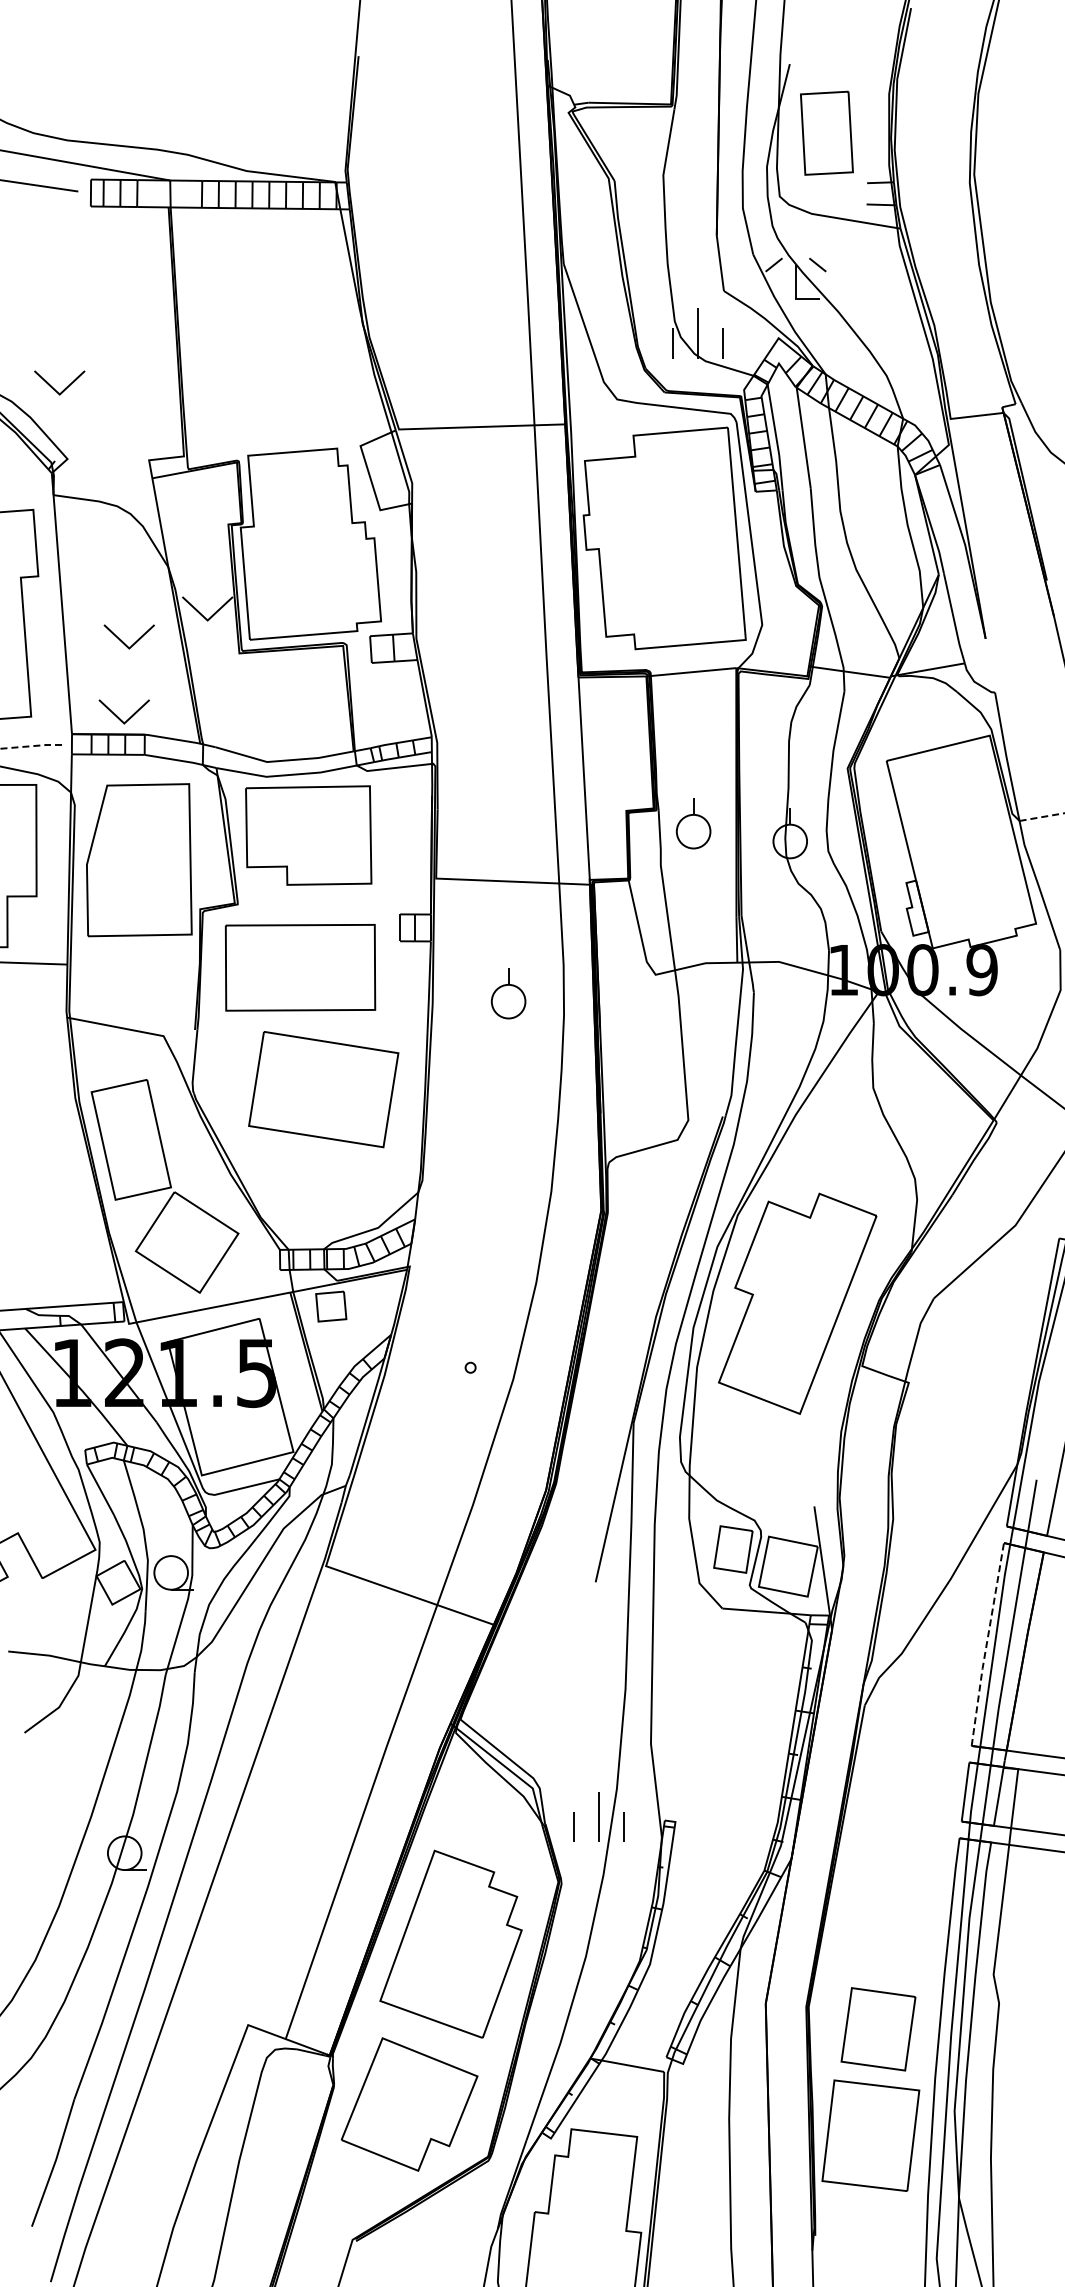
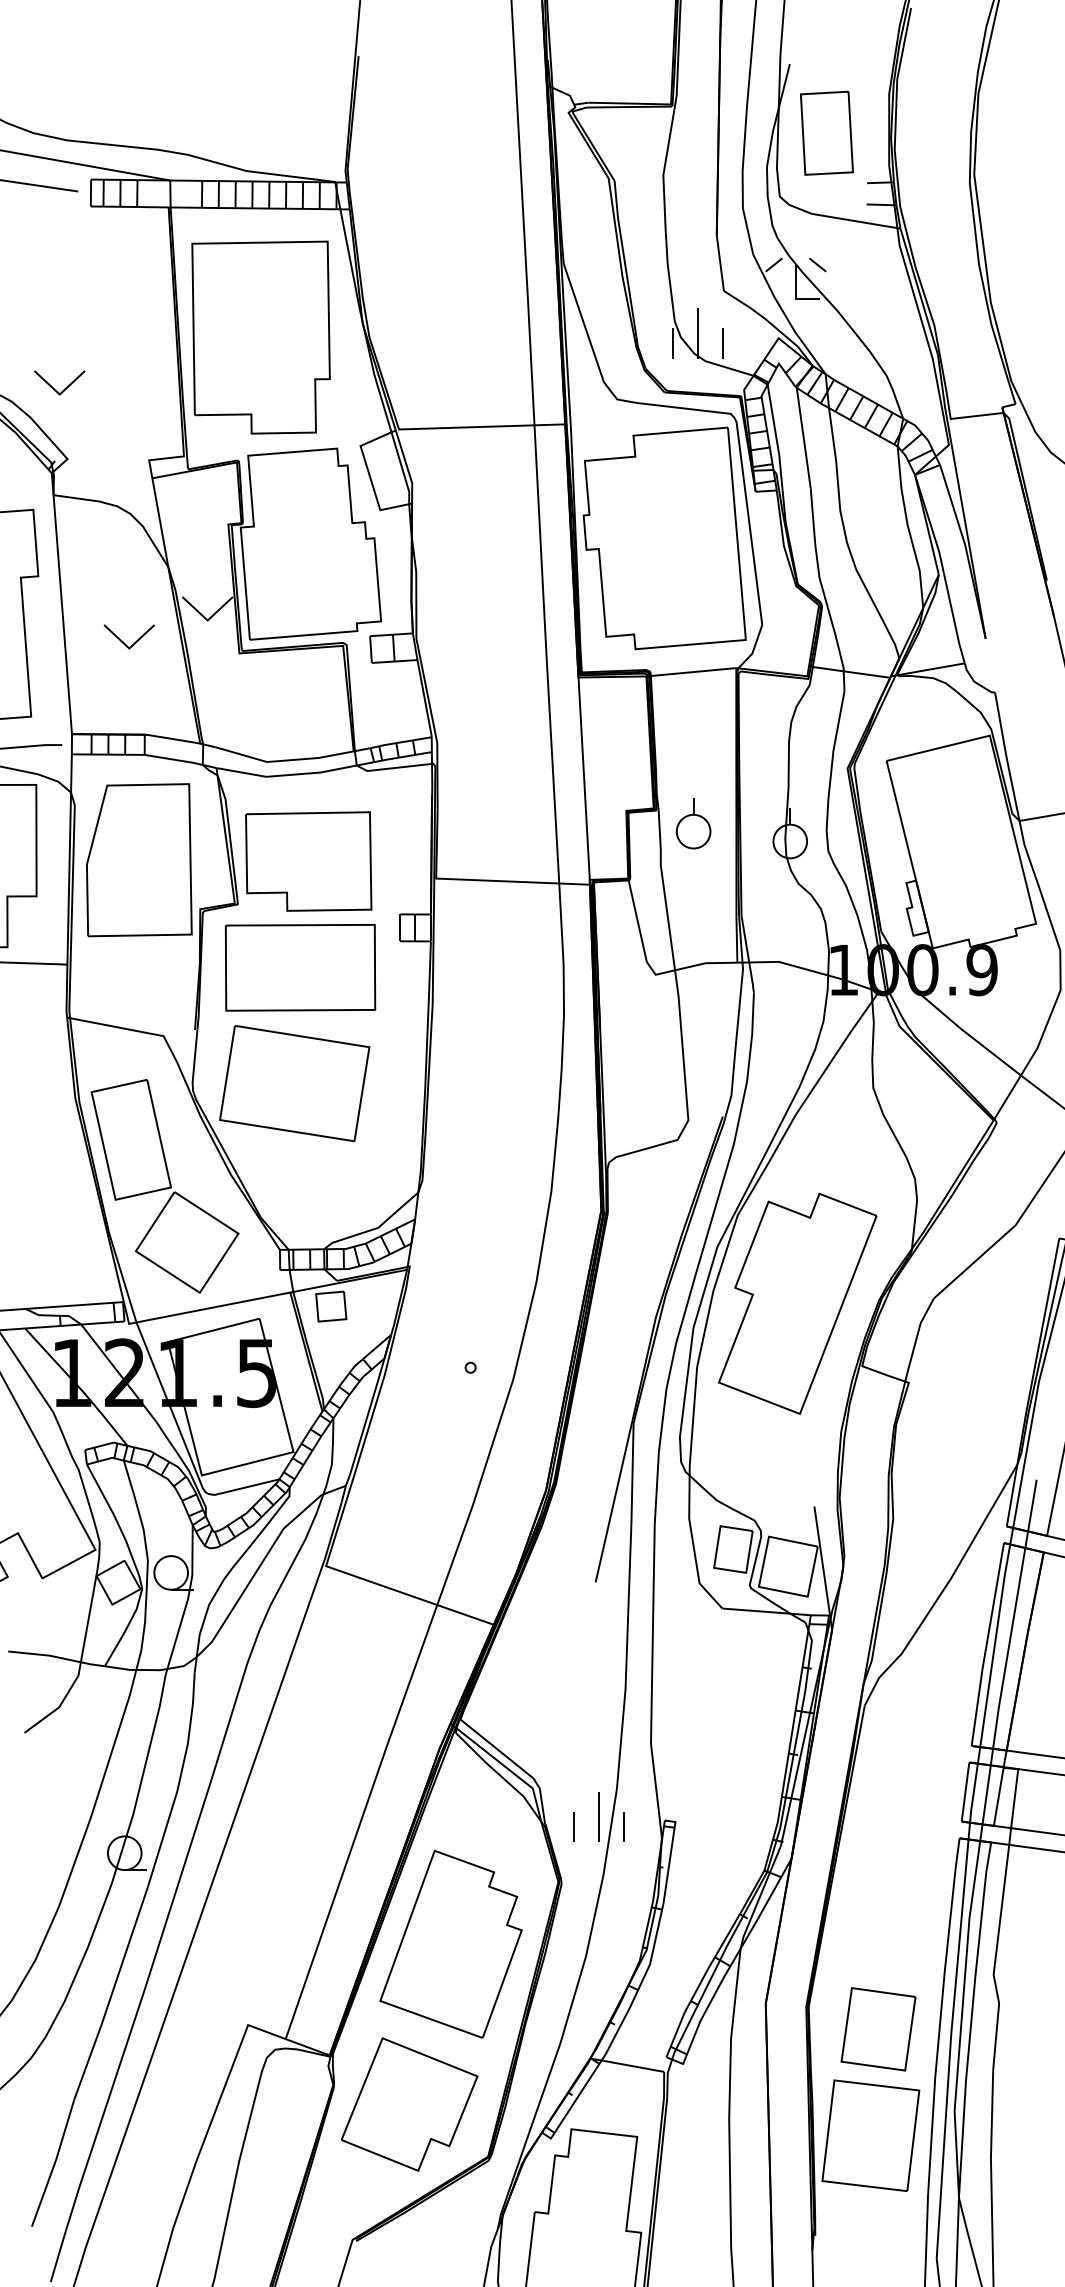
part at (260, 337): none -> present
part at (118, 716): present -> none
line at (31, 746): dashed -> solid
line at (1041, 817): dashed -> solid
part at (308, 835) position: (308, 835) -> (308, 861)
part at (508, 993): present -> none
part at (323, 1089) position: (323, 1089) -> (294, 1083)
line at (986, 1644): dashed -> solid
